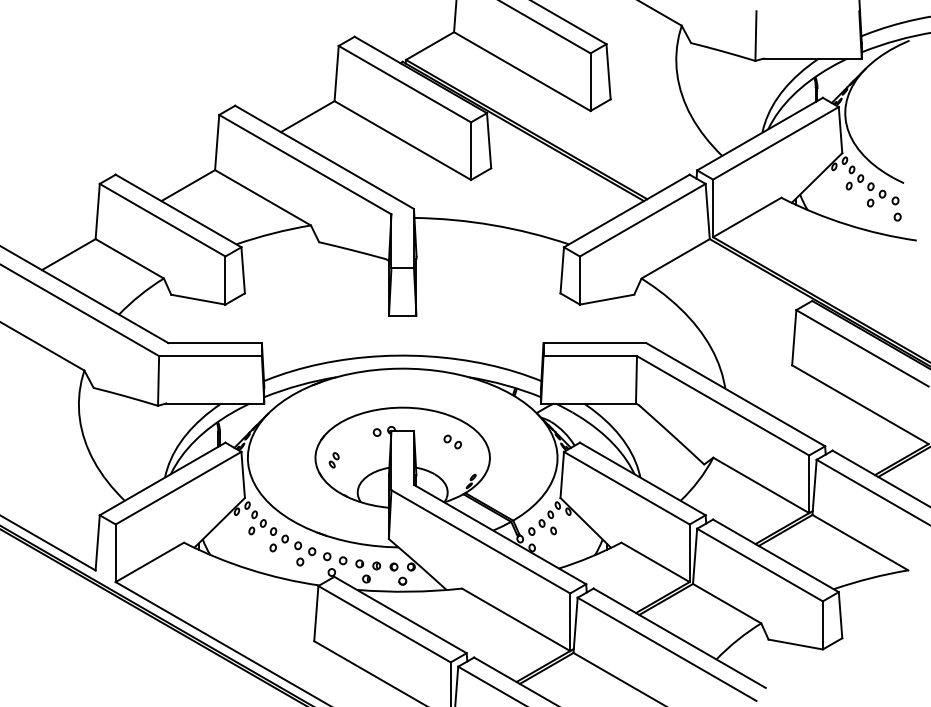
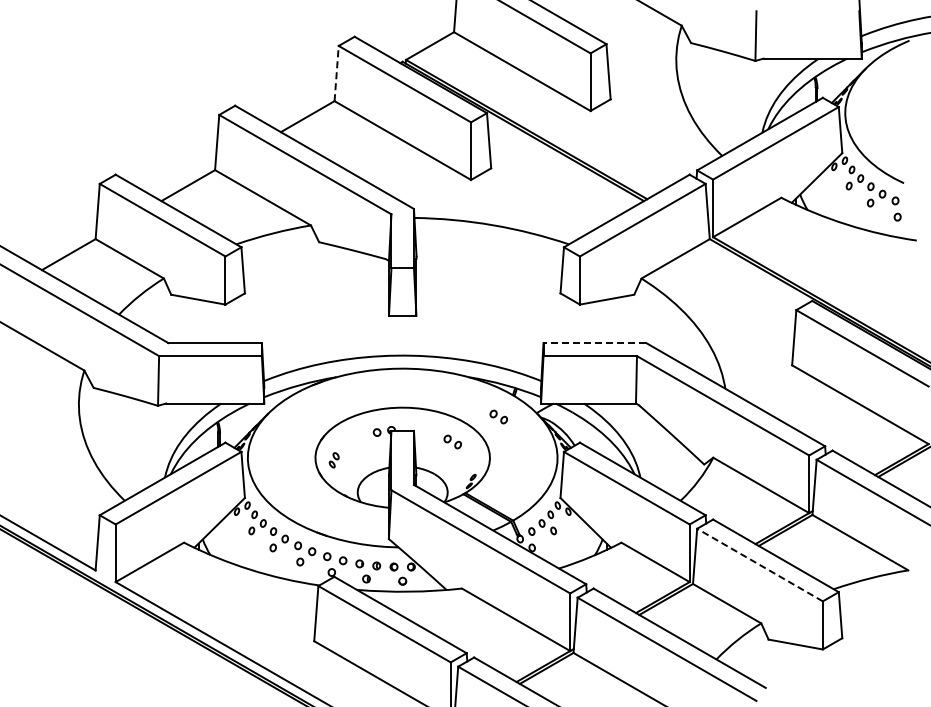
line at (336, 73): solid -> dashed
line at (594, 343): solid -> dashed
part at (498, 416): none -> present
line at (760, 565): solid -> dashed
